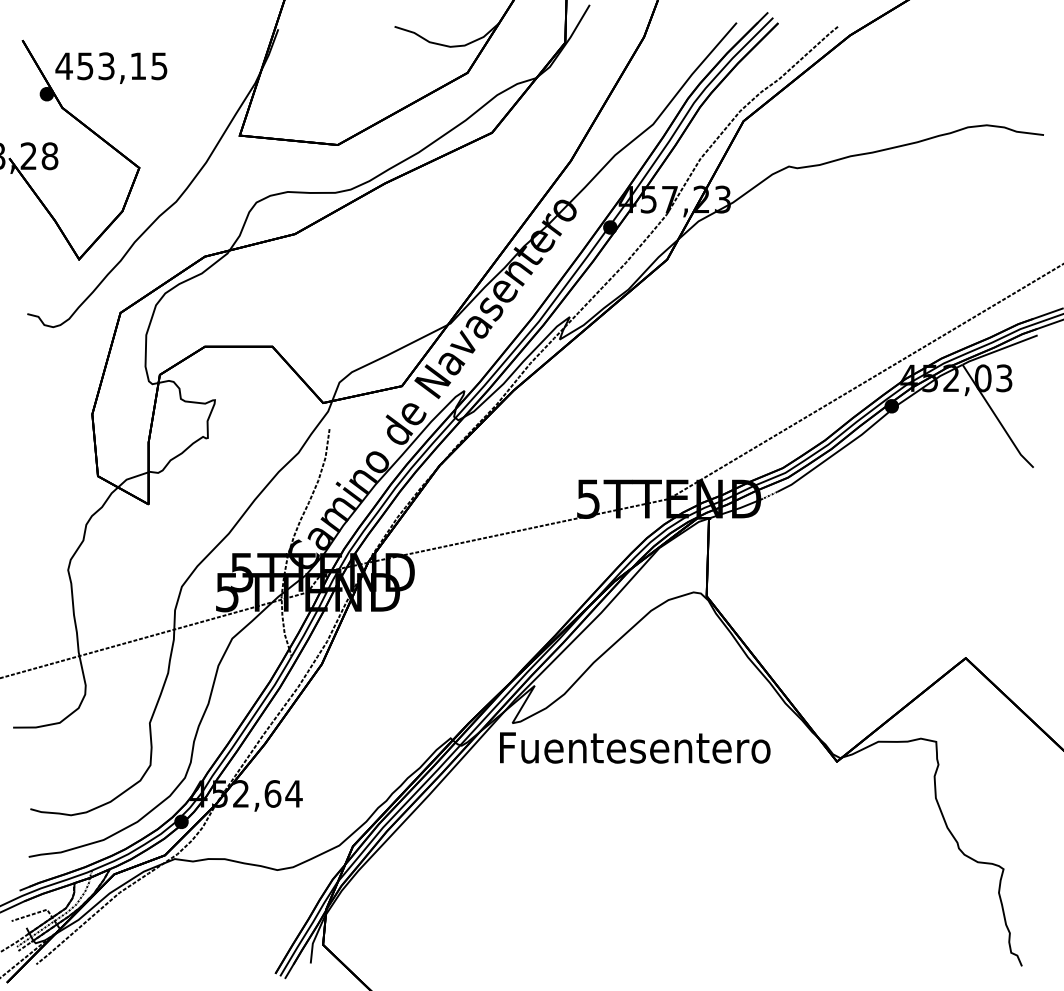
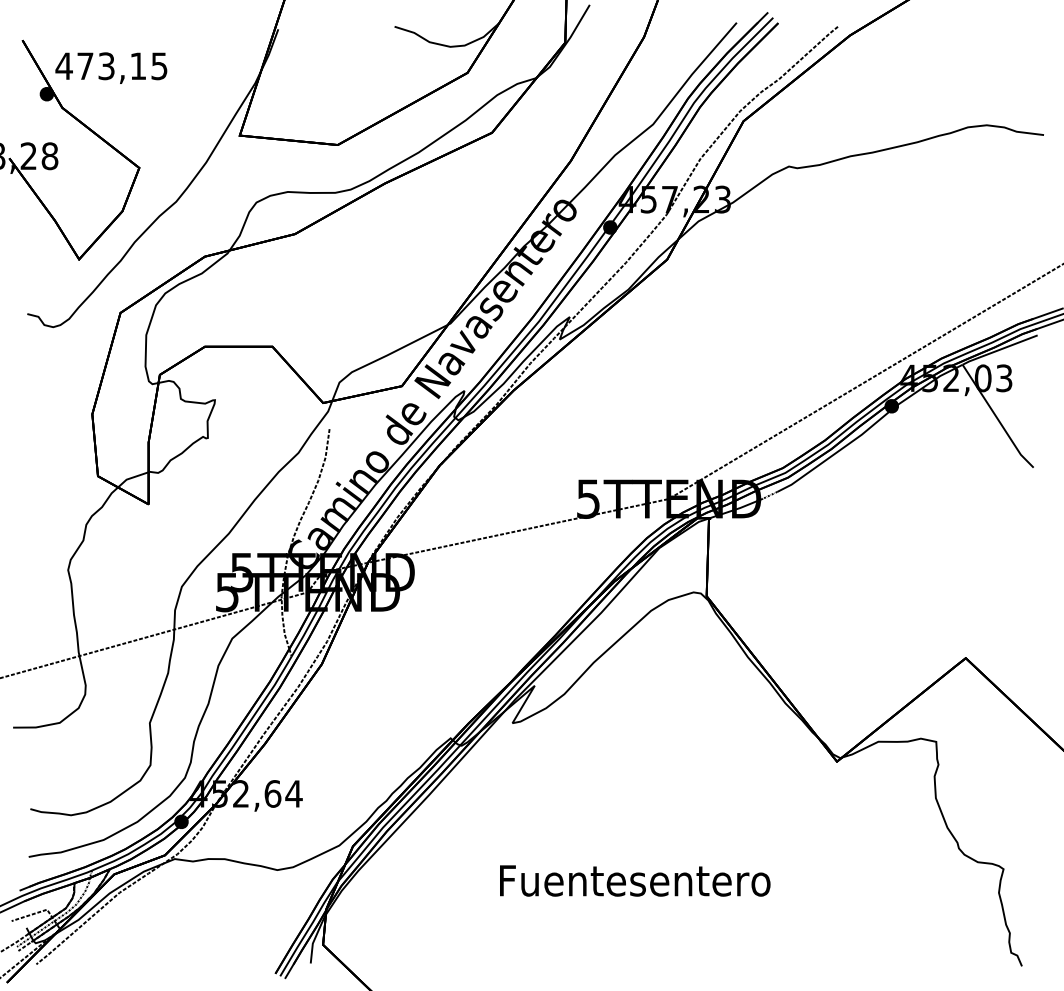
text at (85, 66): 453,15 -> 473,15
text at (635, 747) position: (635, 747) -> (635, 880)
